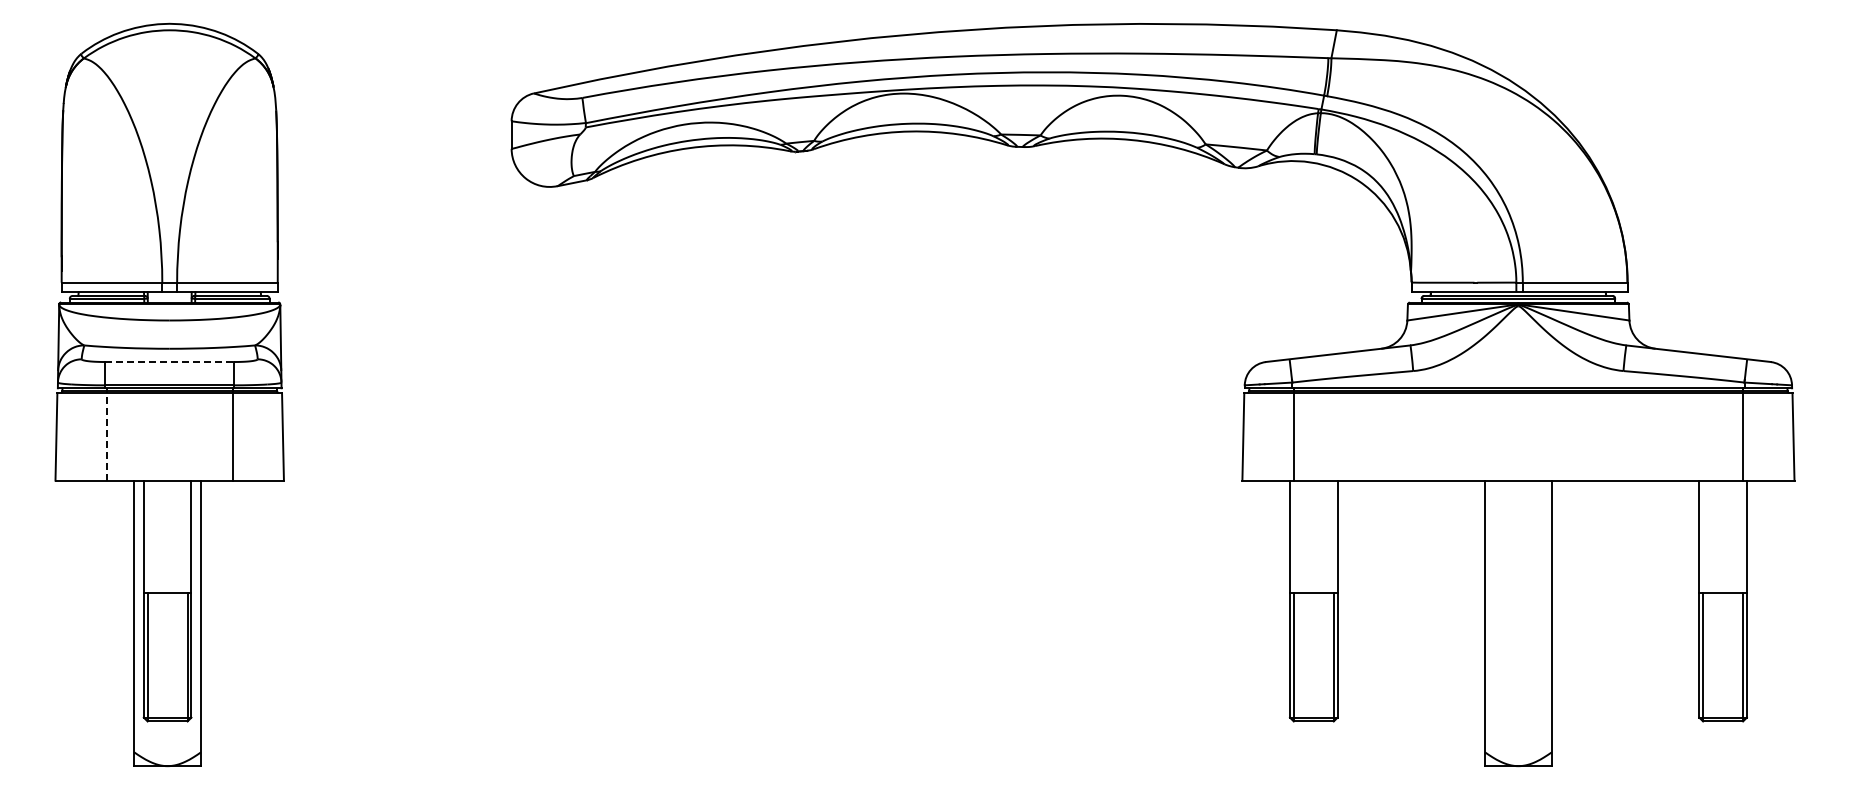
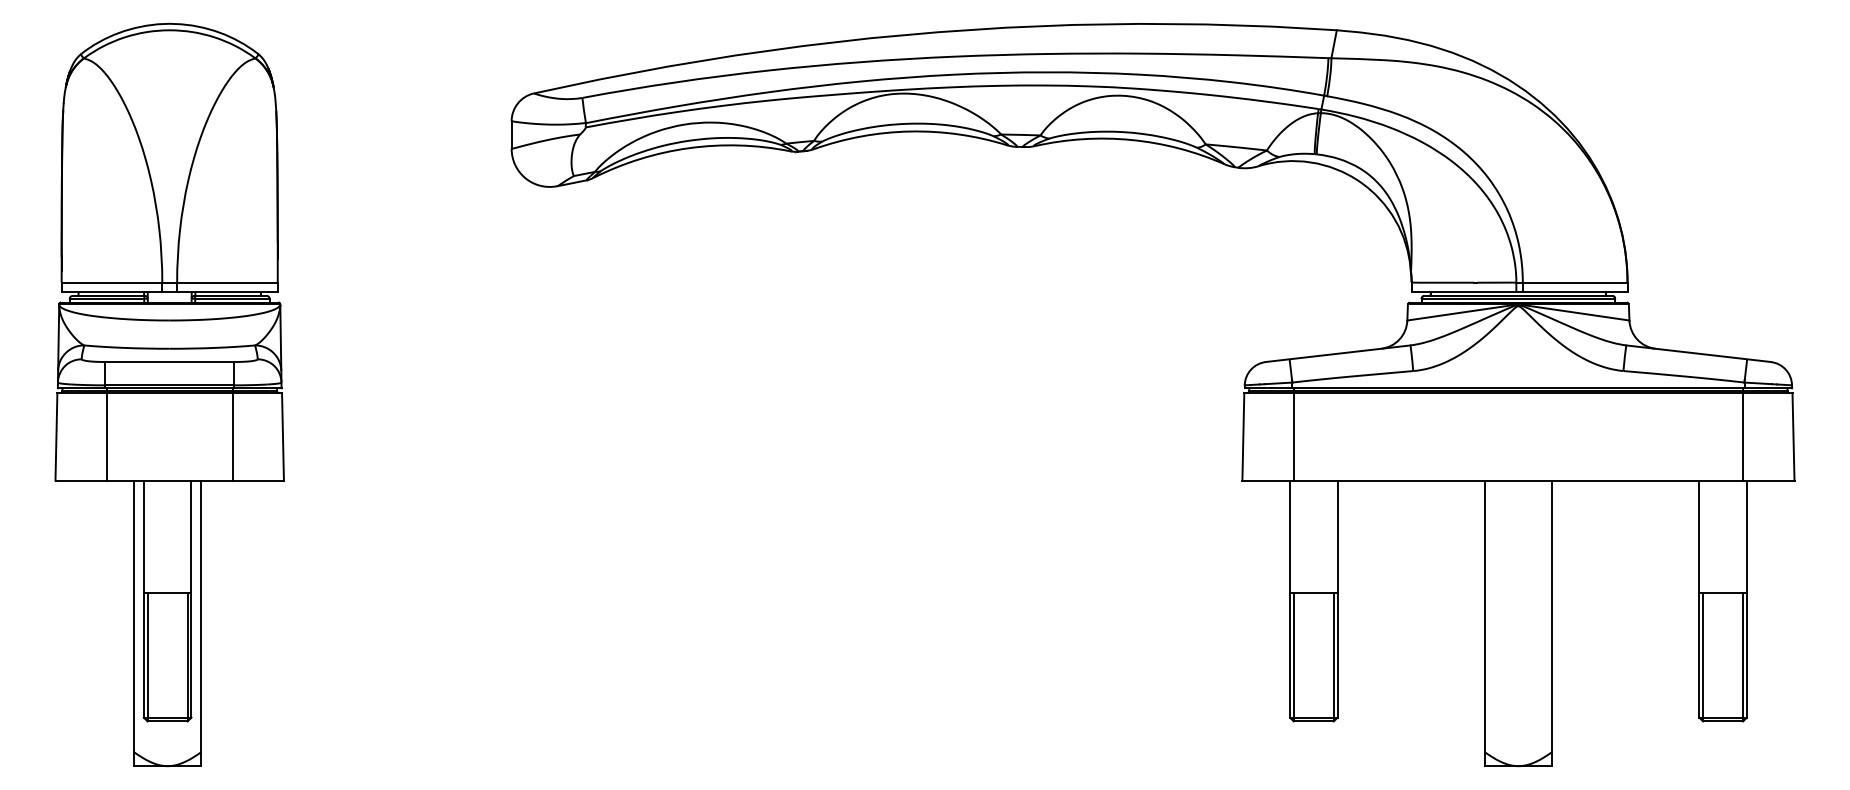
line at (170, 362): dashed -> solid
line at (106, 433): dashed -> solid
